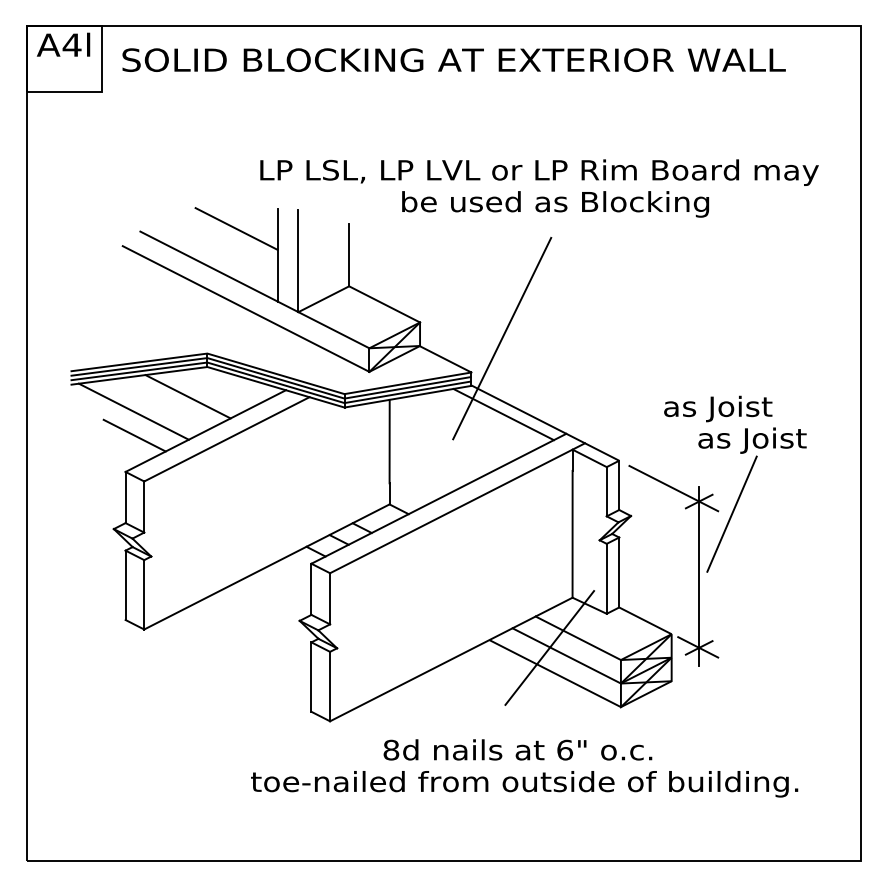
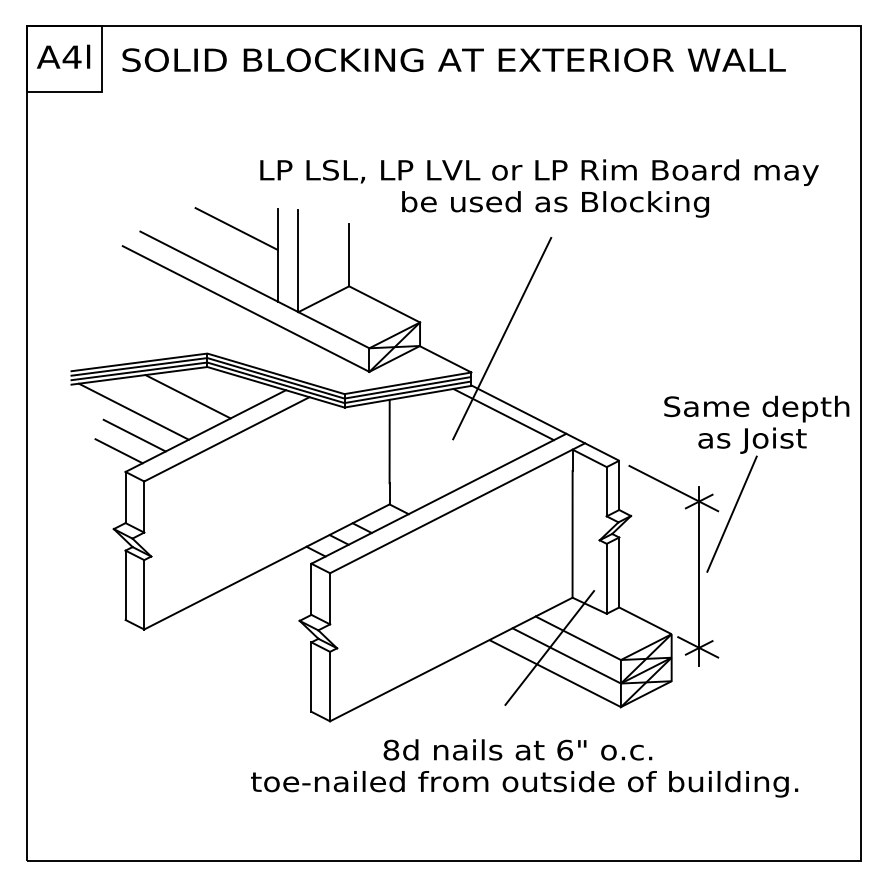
text at (63, 44) position: (63, 44) -> (63, 56)
text at (756, 408): as Joist -> Same depth
line at (118, 451): none -> present
